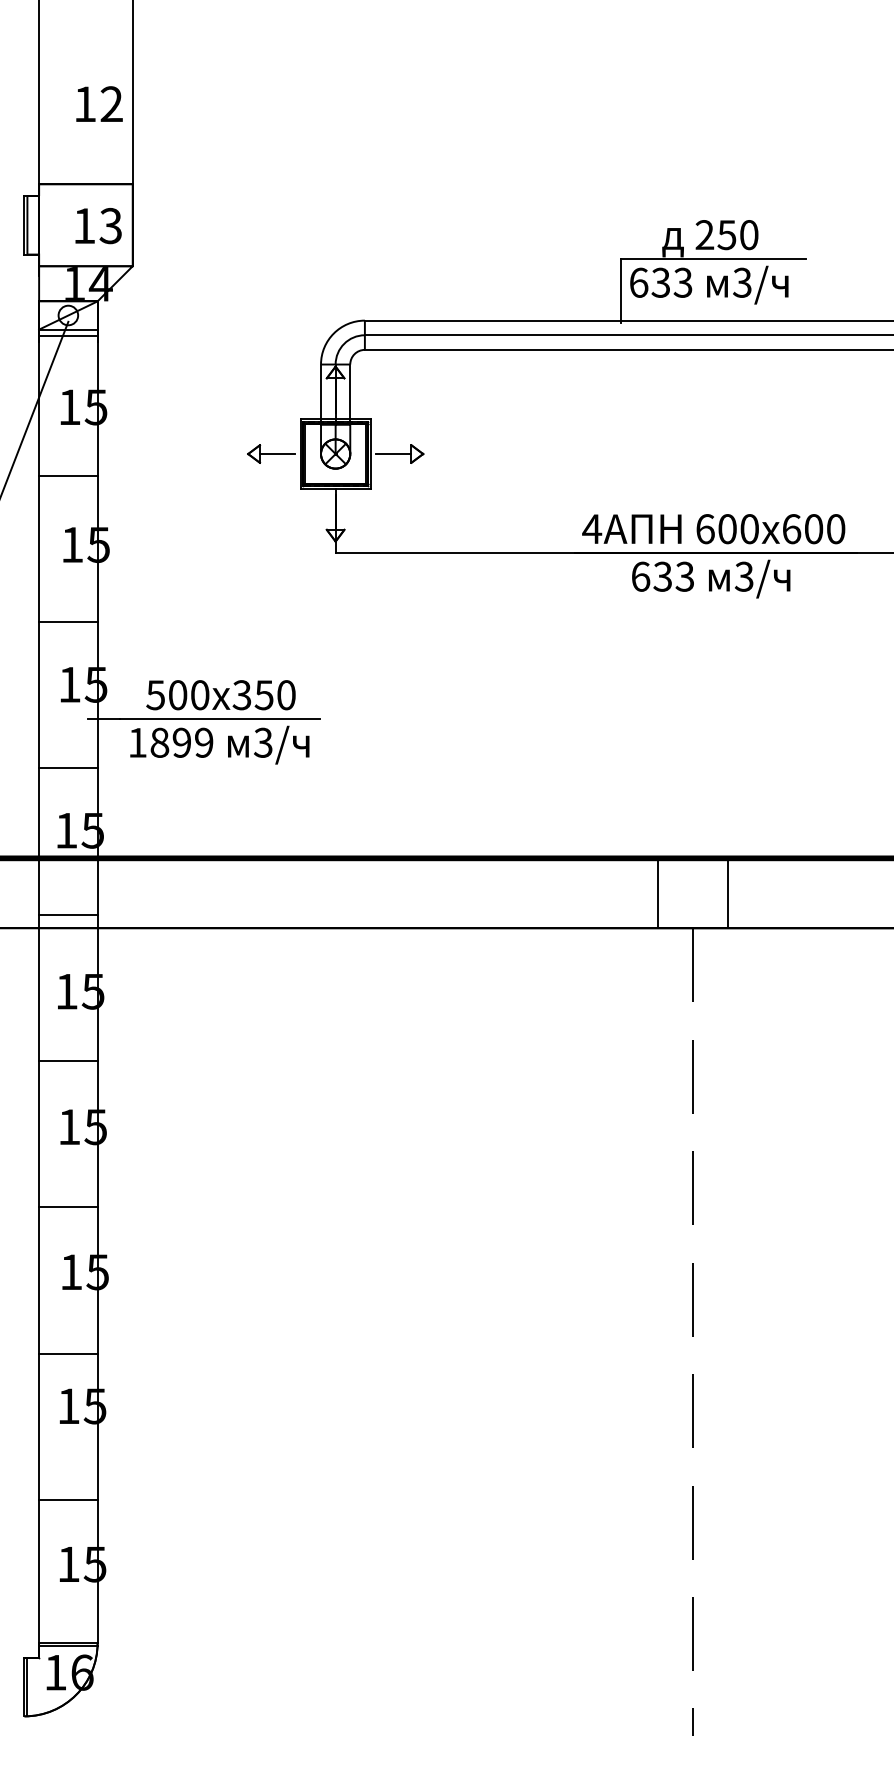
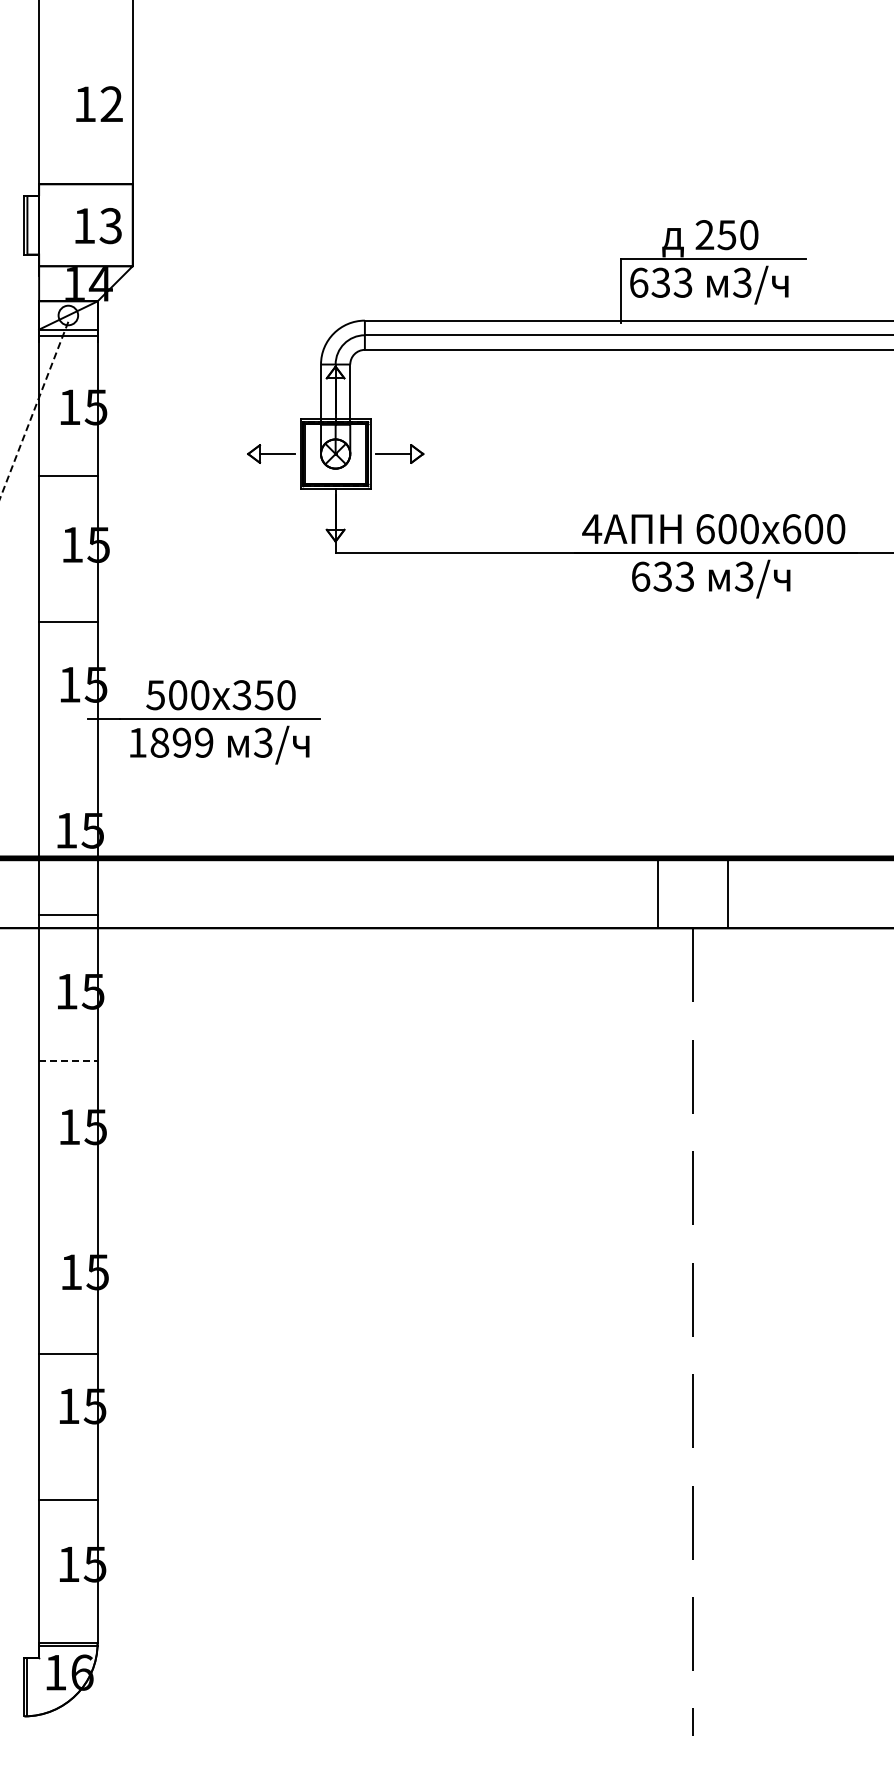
line at (34, 410): solid -> dashed
line at (68, 768): present -> none
line at (68, 1061): solid -> dashed
line at (68, 1207): present -> none
